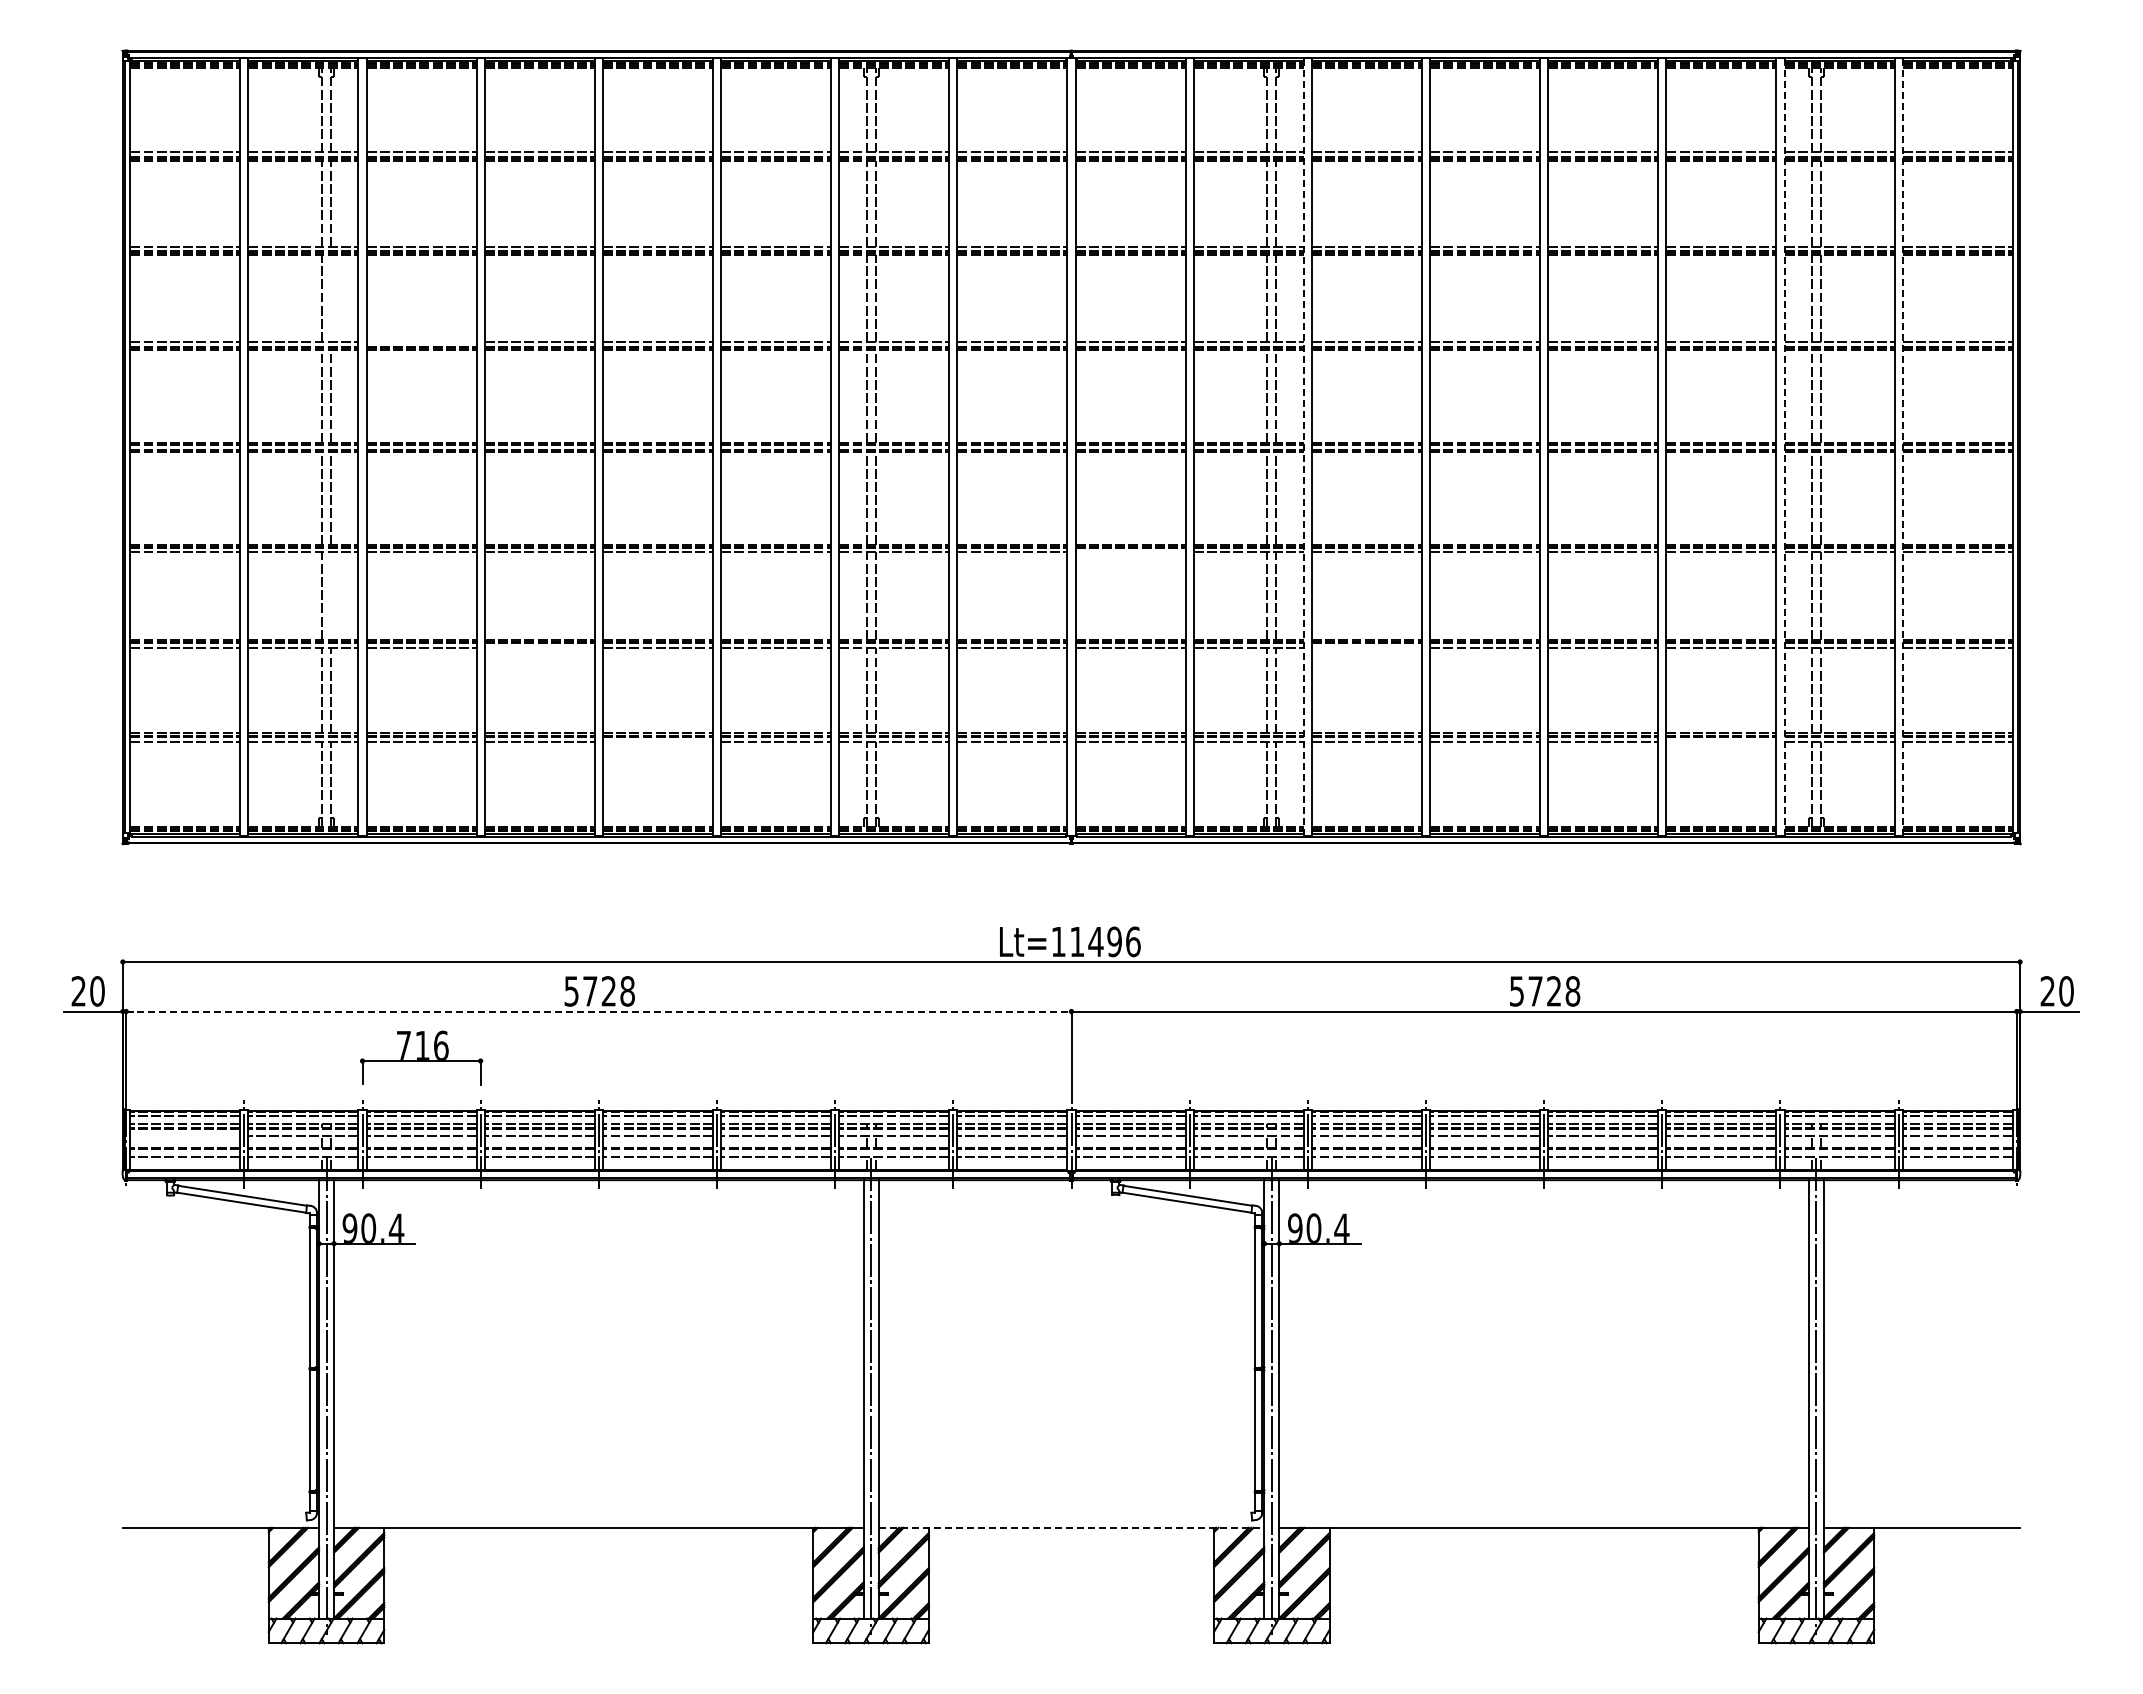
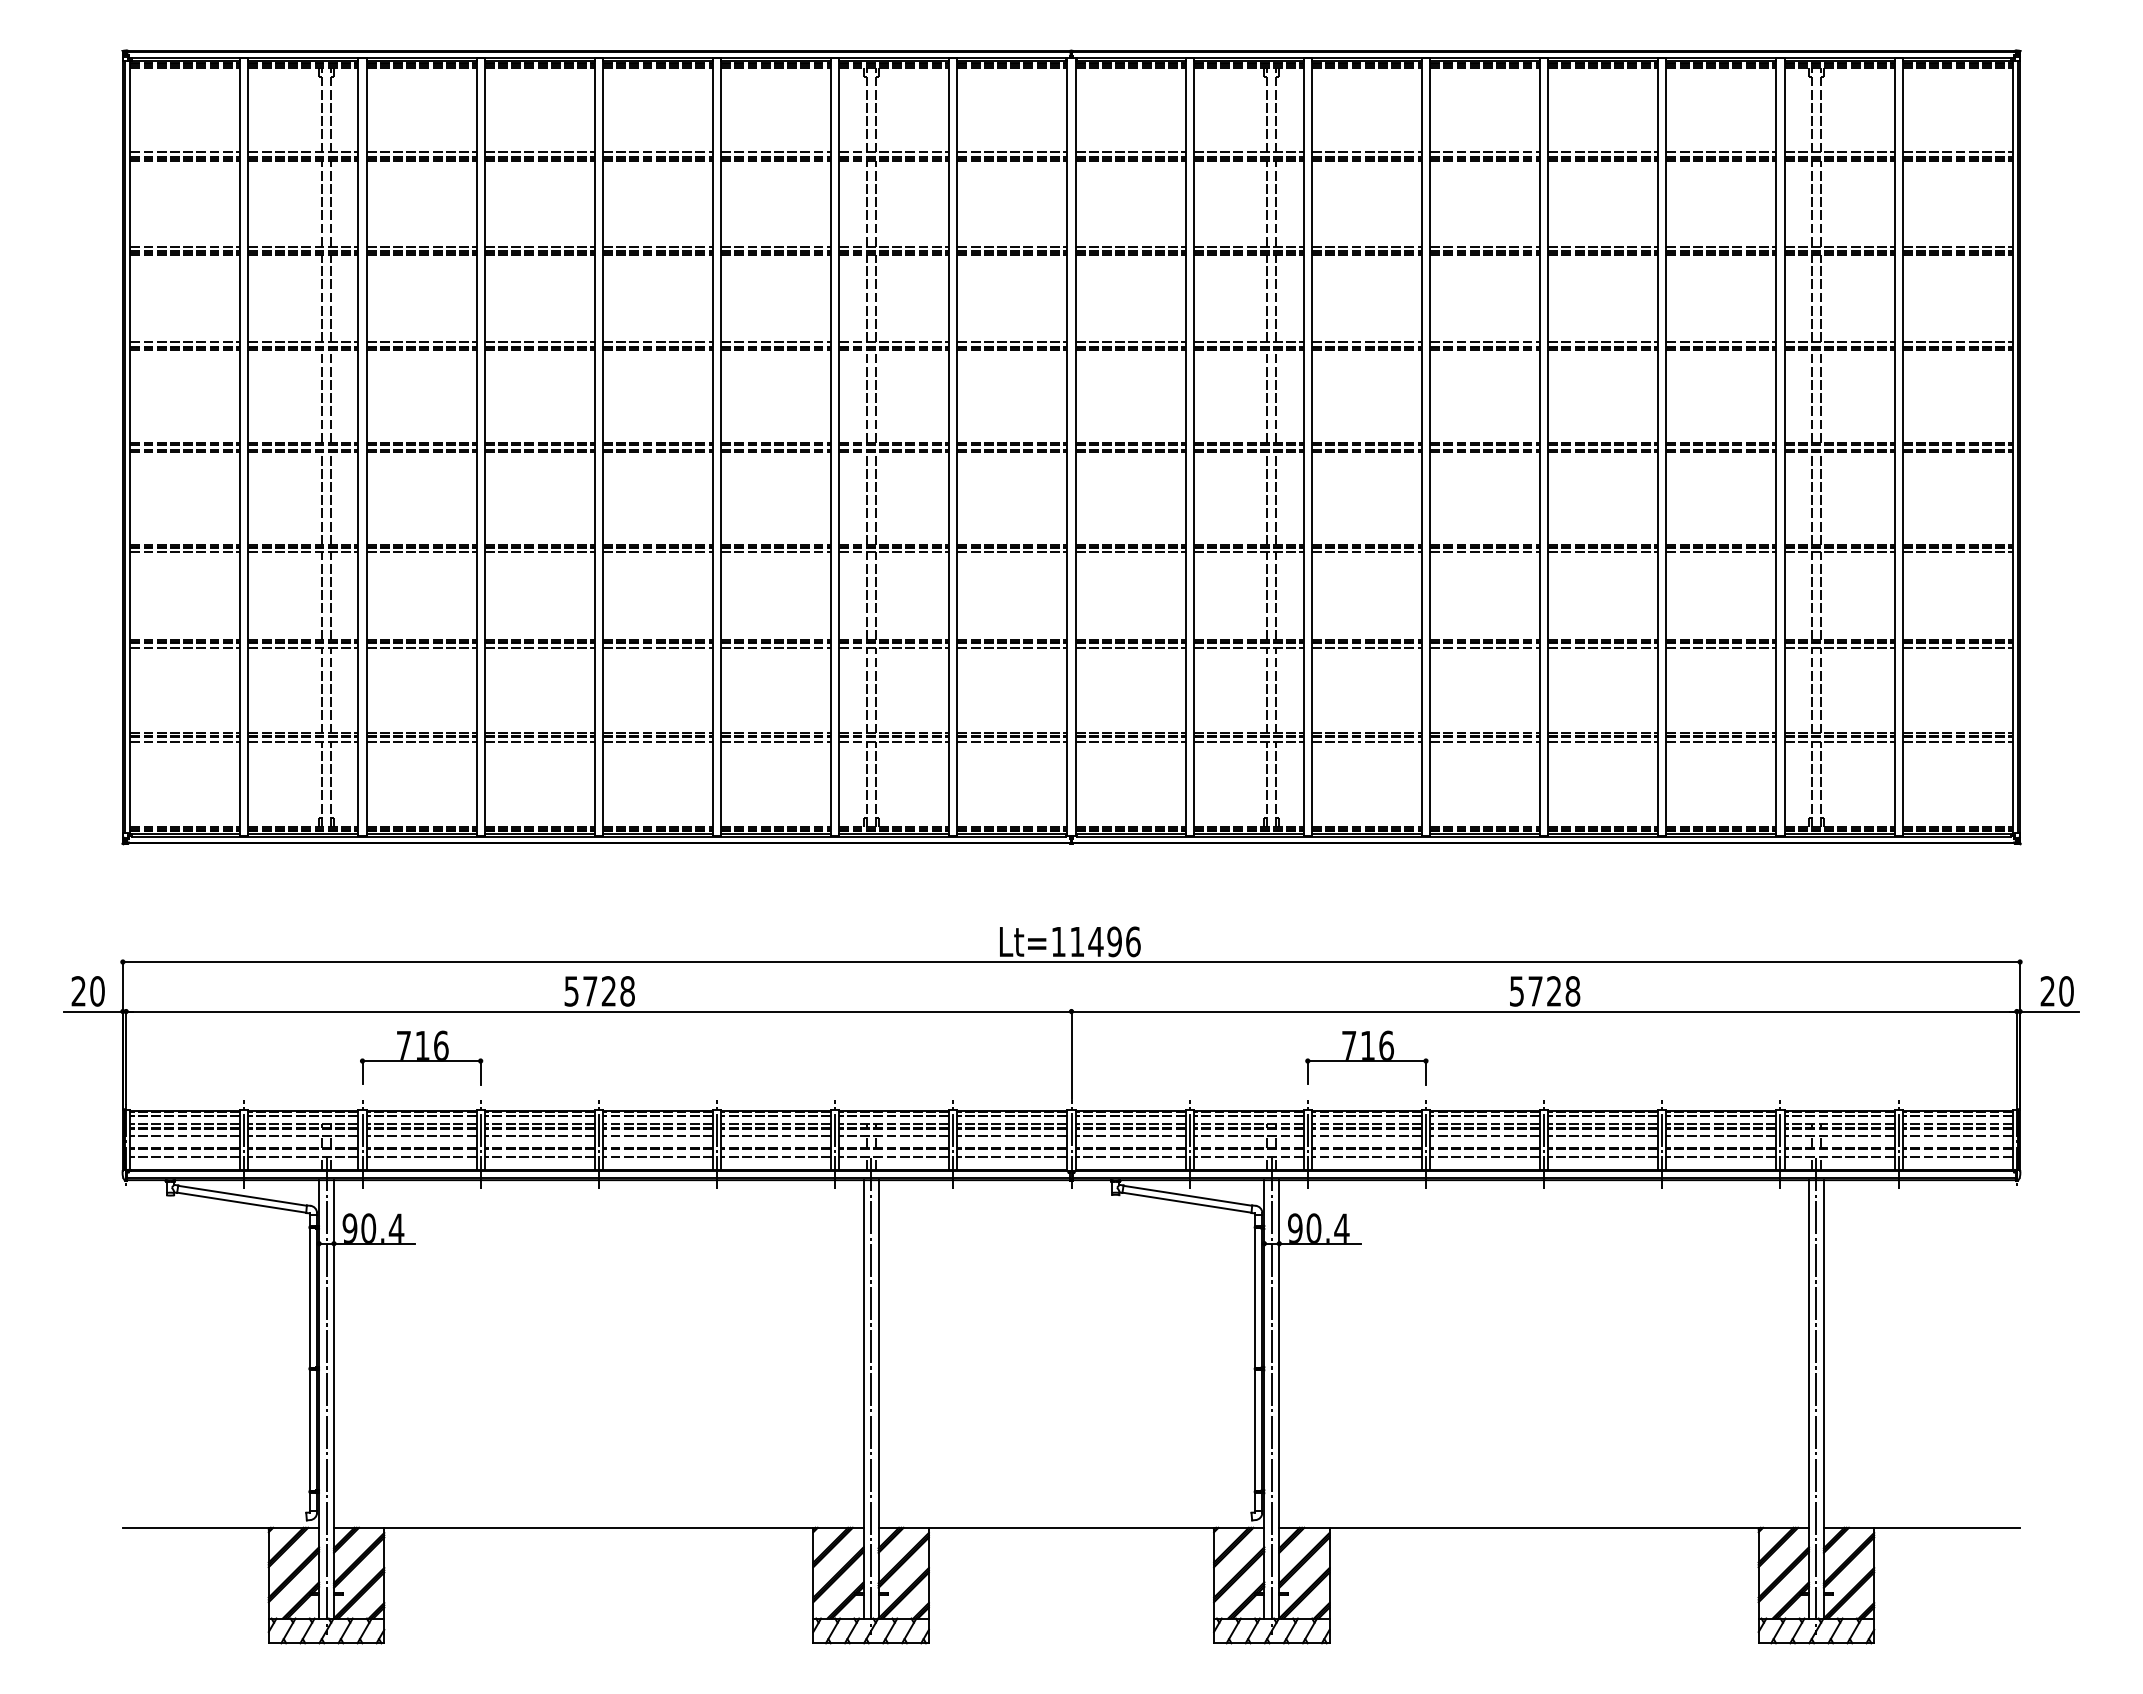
line at (331, 298): none -> present
line at (421, 342): none -> present
line at (1303, 446): dashed -> solid
line at (1784, 446): dashed -> solid
line at (1902, 446): dashed -> solid
line at (1130, 552): none -> present
line at (331, 595): none -> present
line at (539, 647): none -> present
line at (1366, 647): none -> present
line at (657, 742): none -> present
line at (1721, 742): none -> present
line at (598, 1011): dashed -> solid
part at (1366, 1057): none -> present
line at (185, 1136): none -> present
line at (1071, 1527): dashed -> solid
